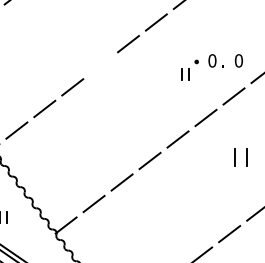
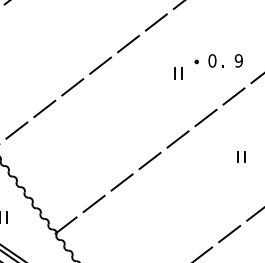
text at (238, 60): 0 -> 9
line at (100, 65): none -> present
part at (185, 74) position: (185, 74) -> (178, 73)
part at (240, 157) size: 14x19 px -> 9x12 px
